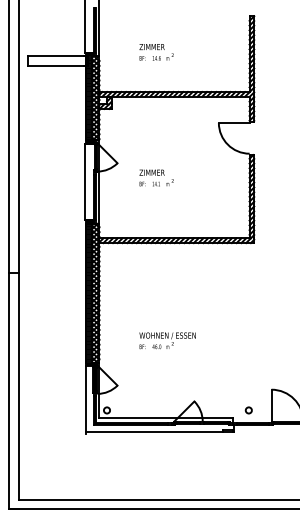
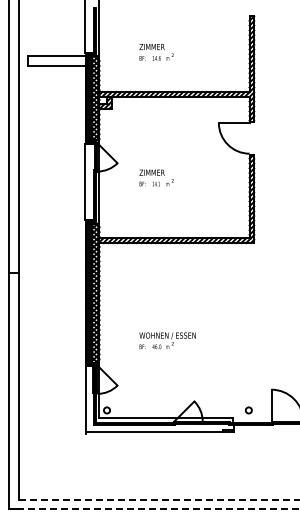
line at (159, 499): solid -> dashed
line at (154, 509): solid -> dashed
